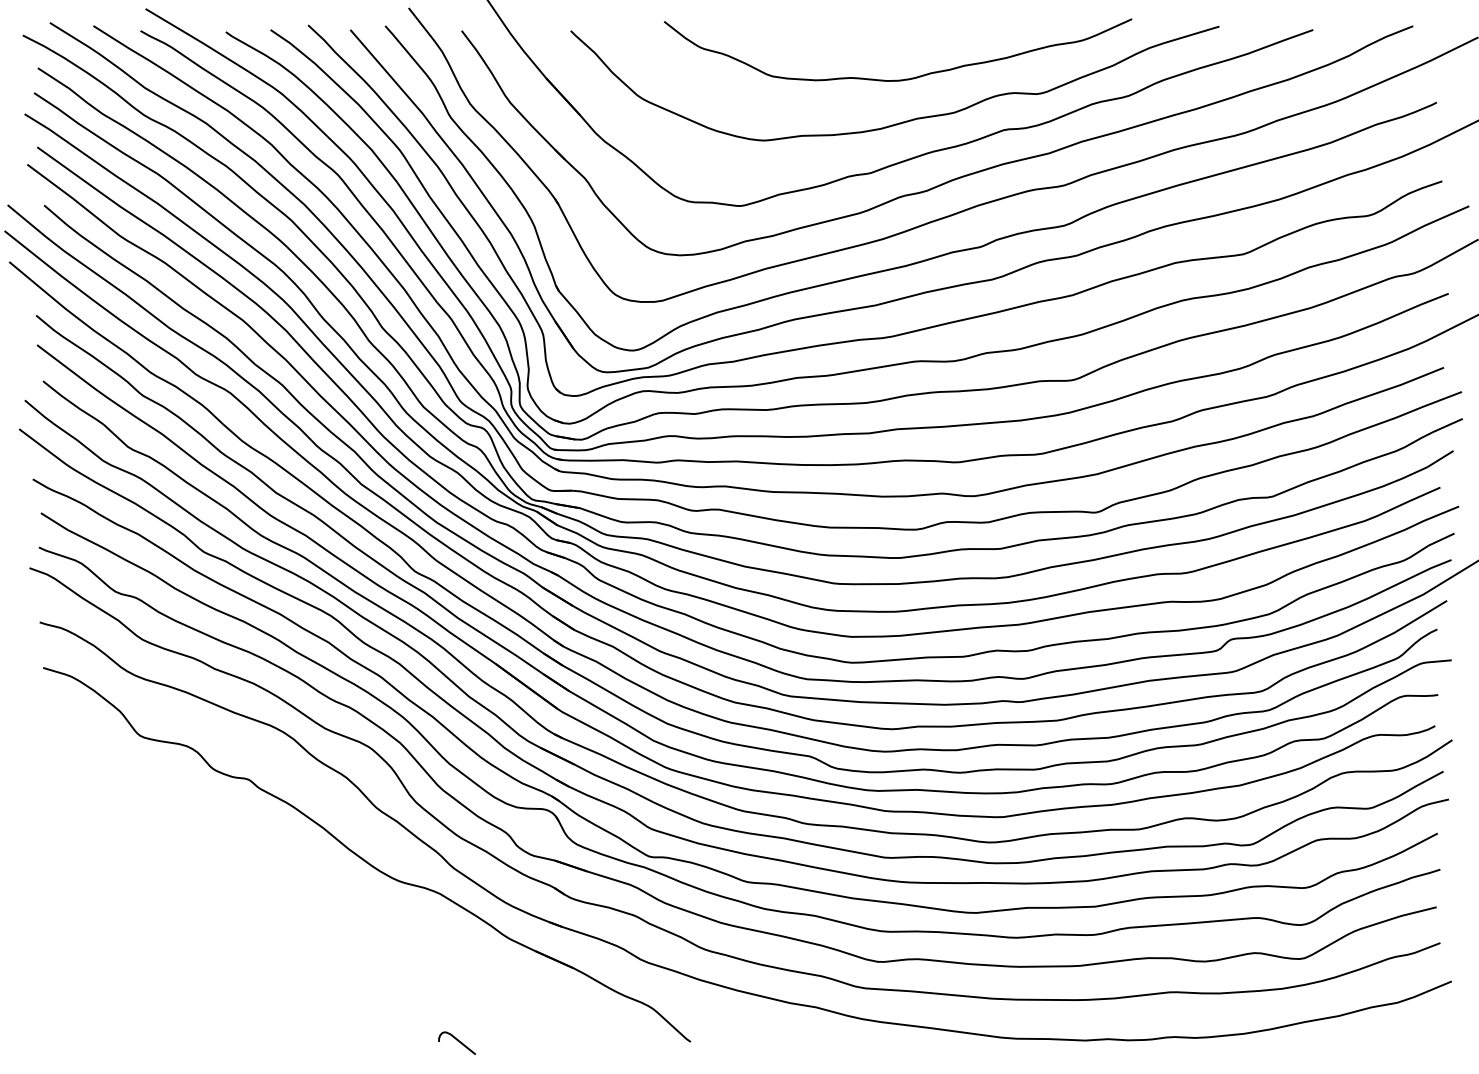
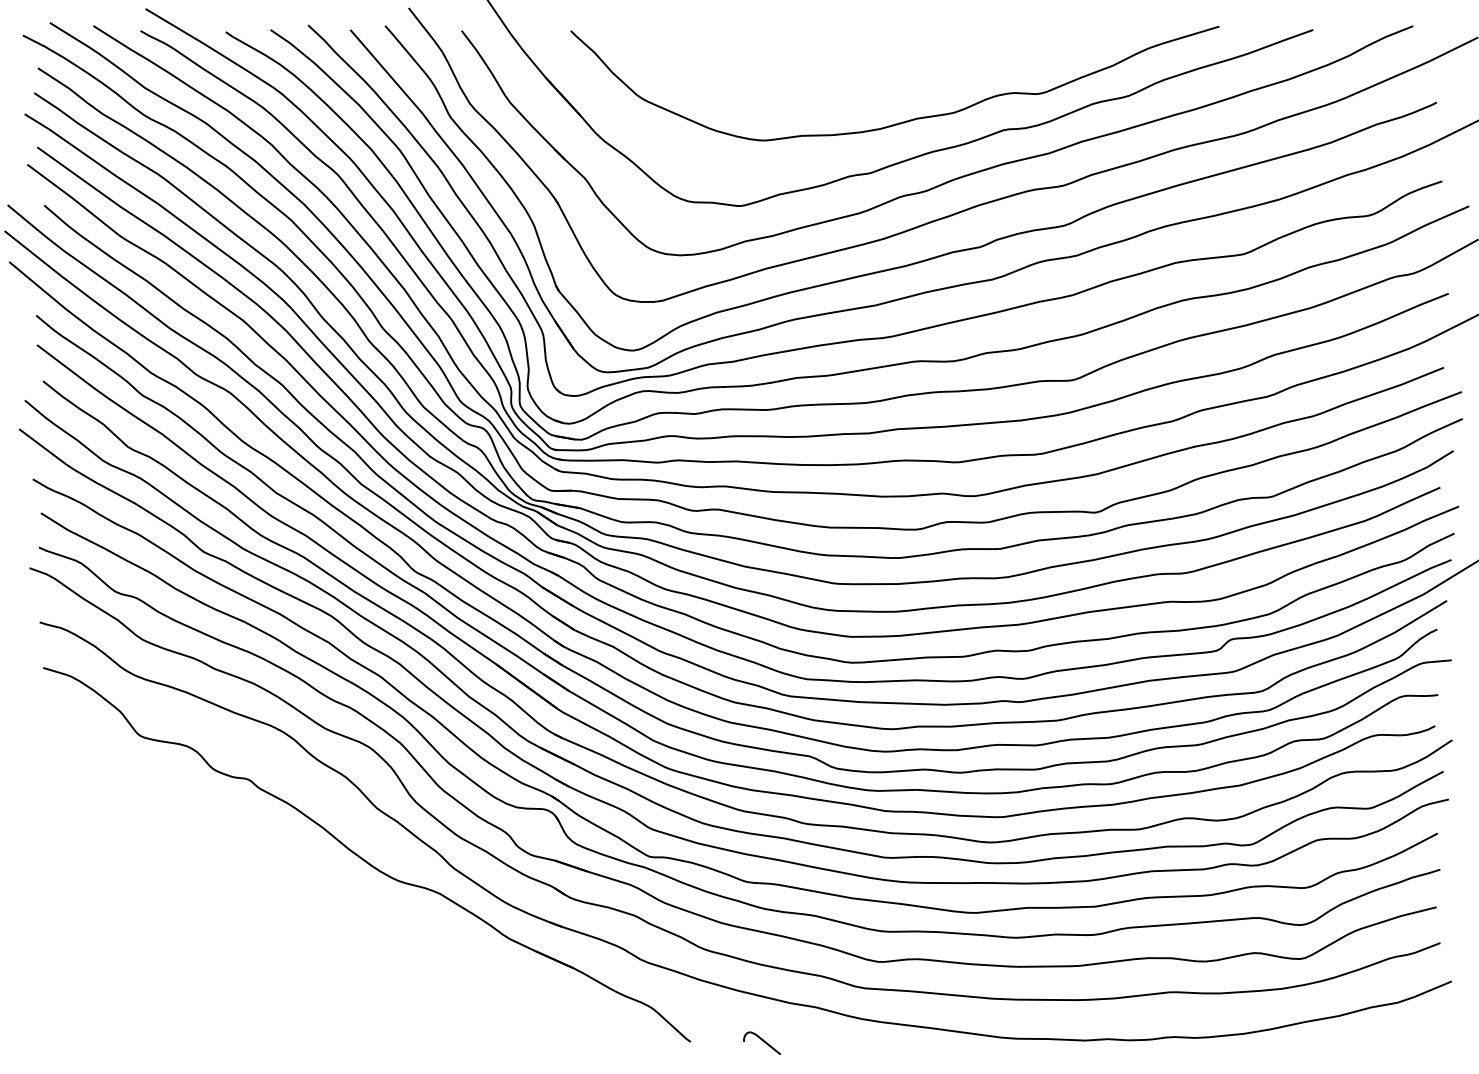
curve at (897, 79): present -> none
curve at (457, 1041) position: (457, 1041) -> (762, 1041)
